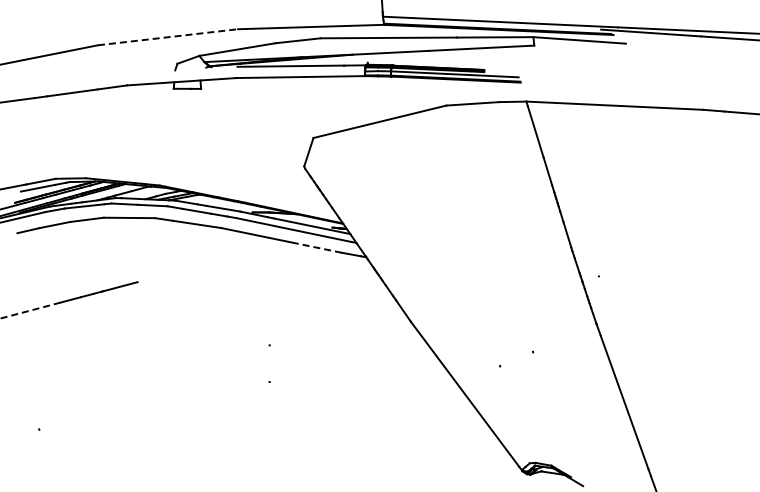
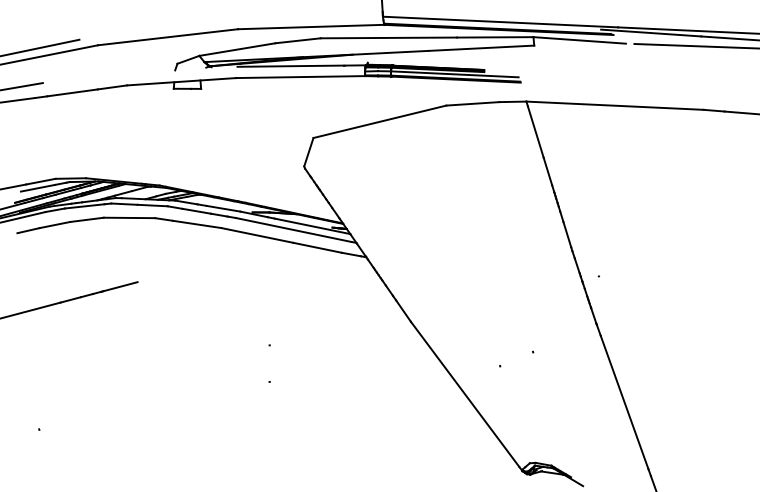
line at (168, 37): dashed -> solid
line at (695, 45): none -> present
line at (40, 47): none -> present
line at (22, 86): none -> present
line at (317, 247): dashed -> solid
line at (29, 310): dashed -> solid
